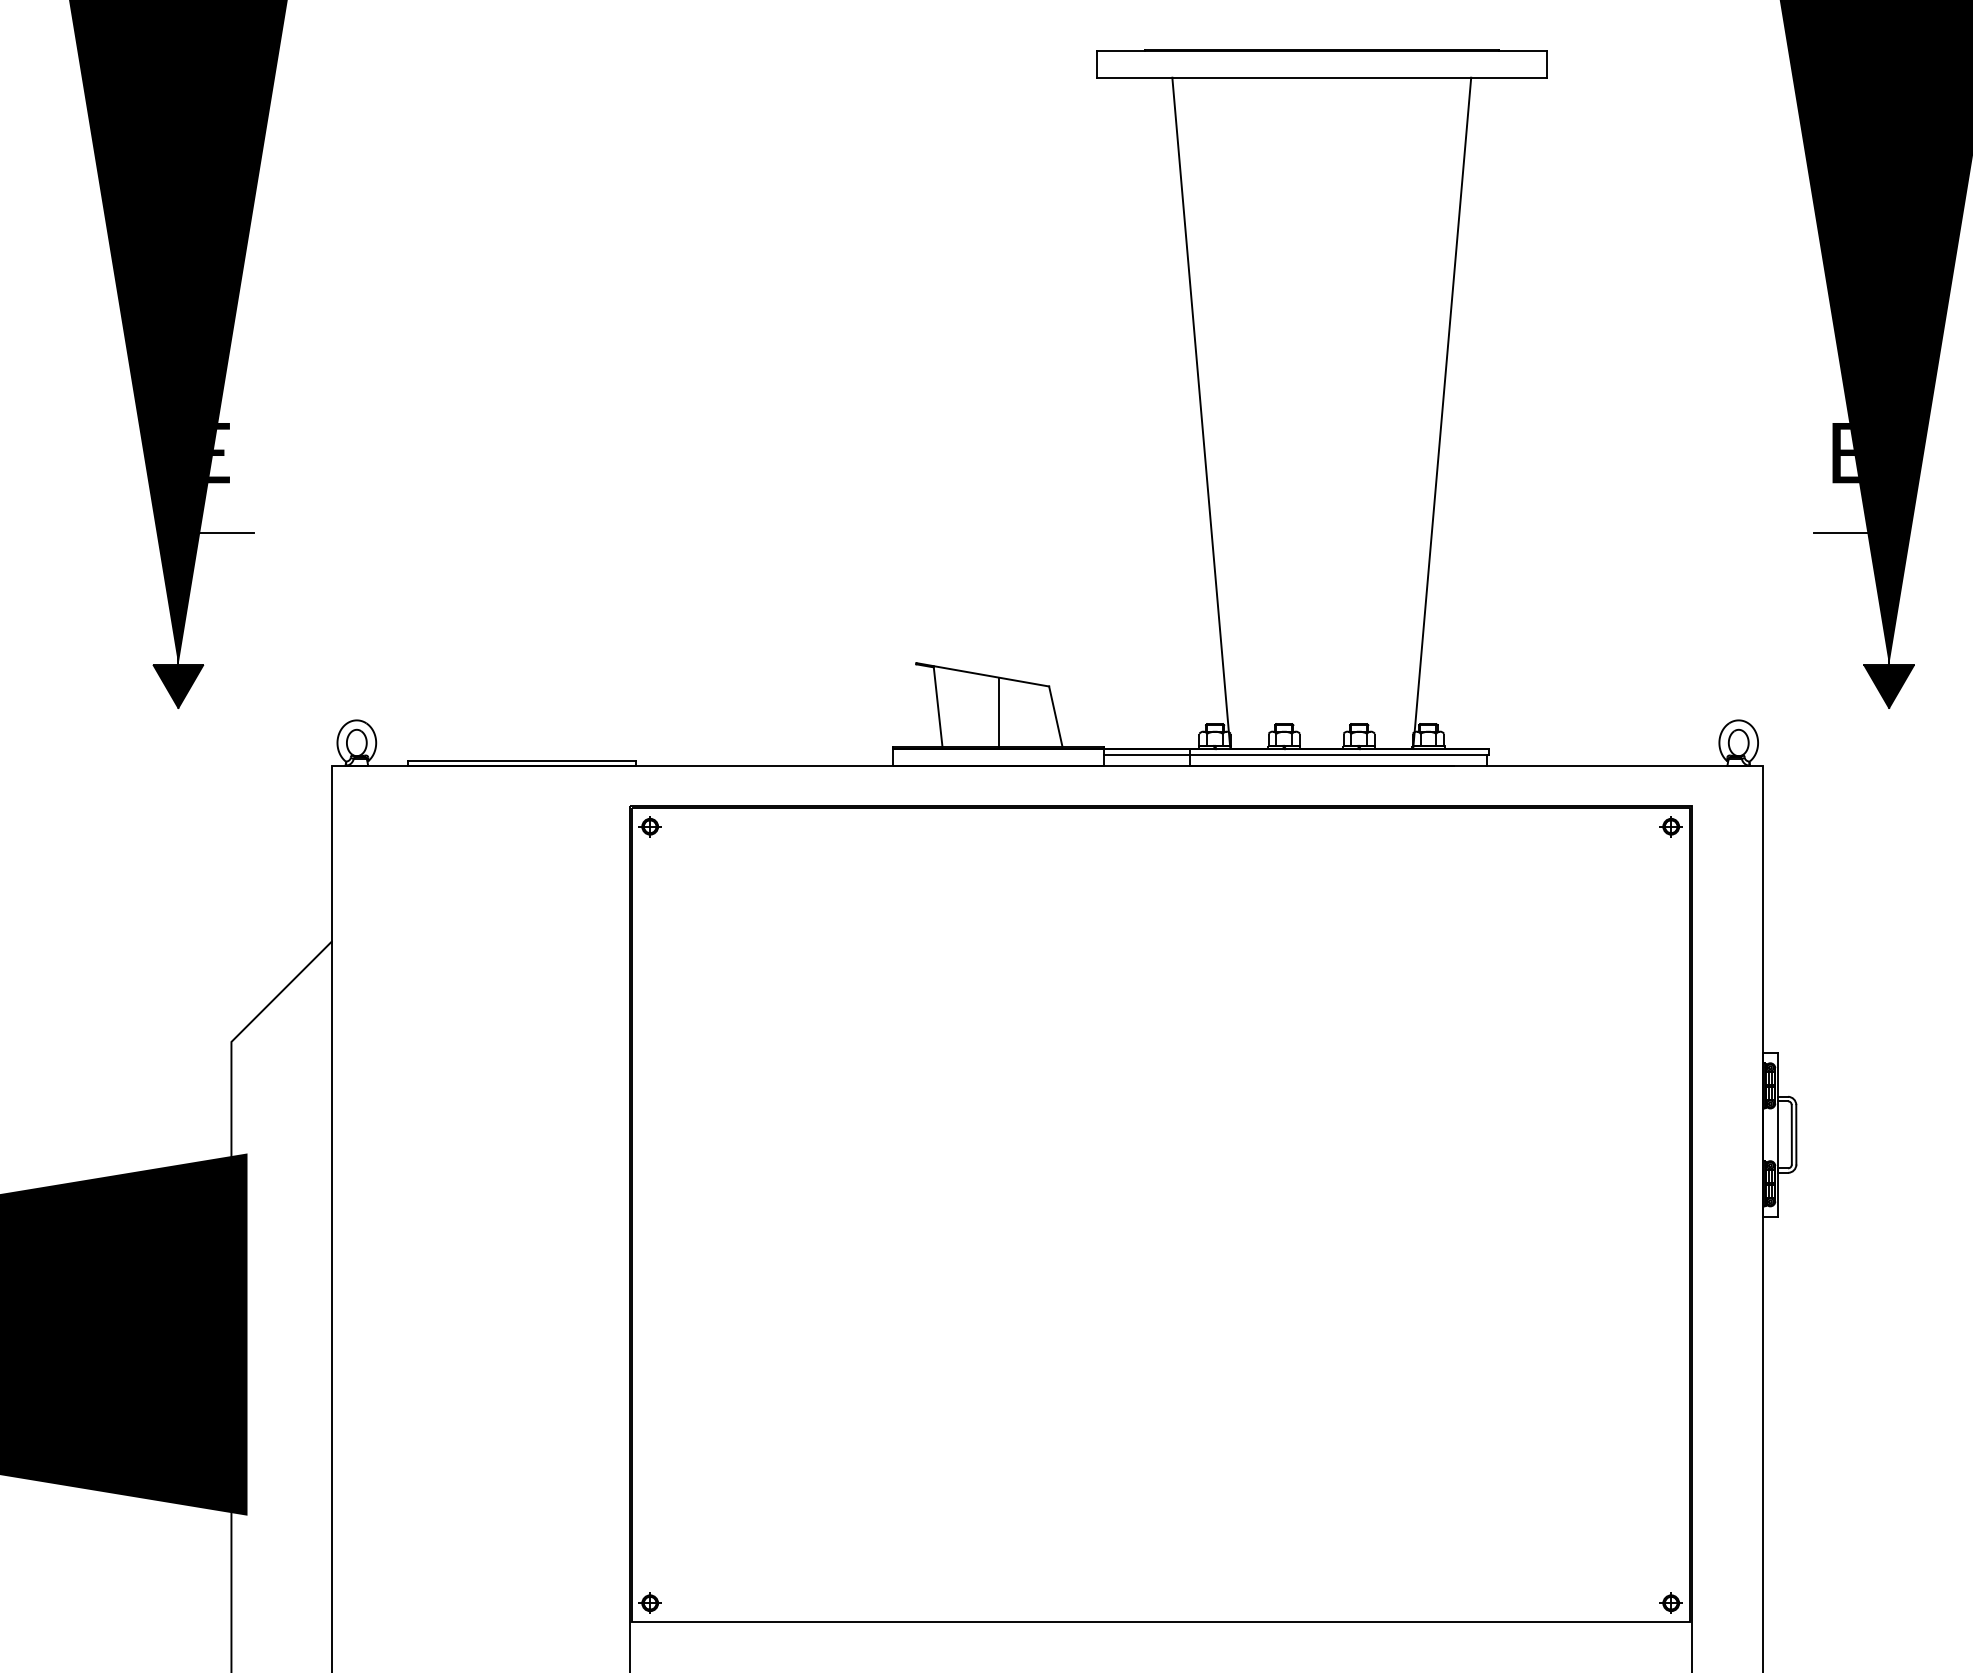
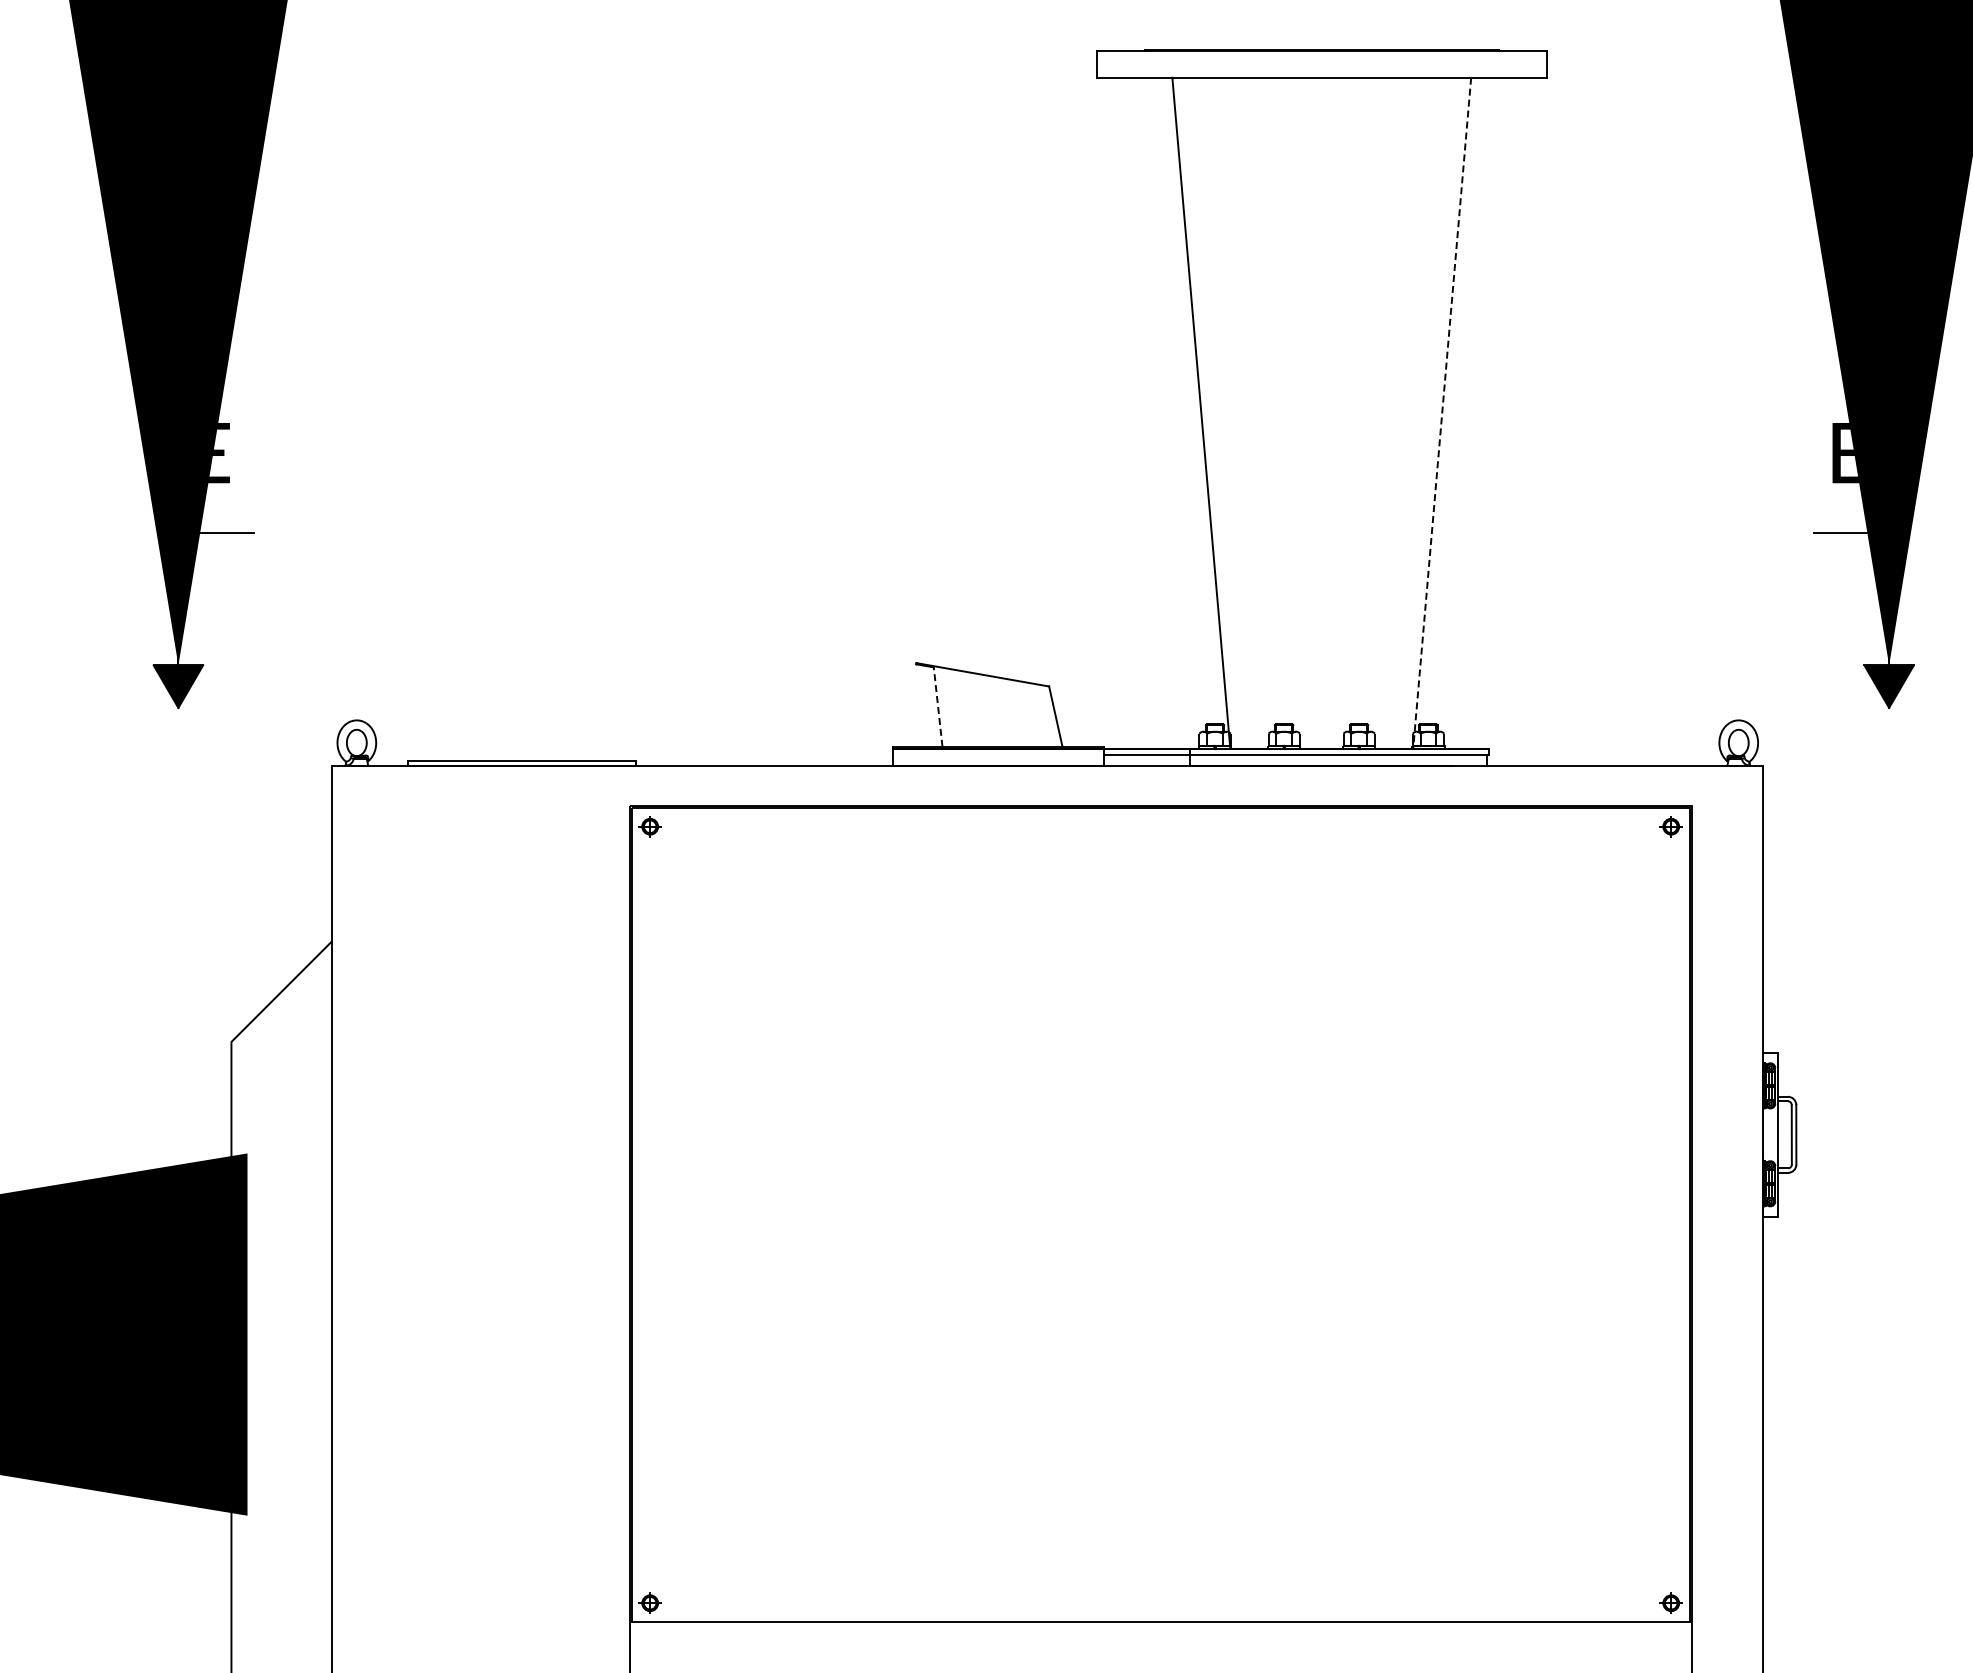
line at (1442, 413): solid -> dashed
line at (938, 706): solid -> dashed
line at (998, 711): present -> none
